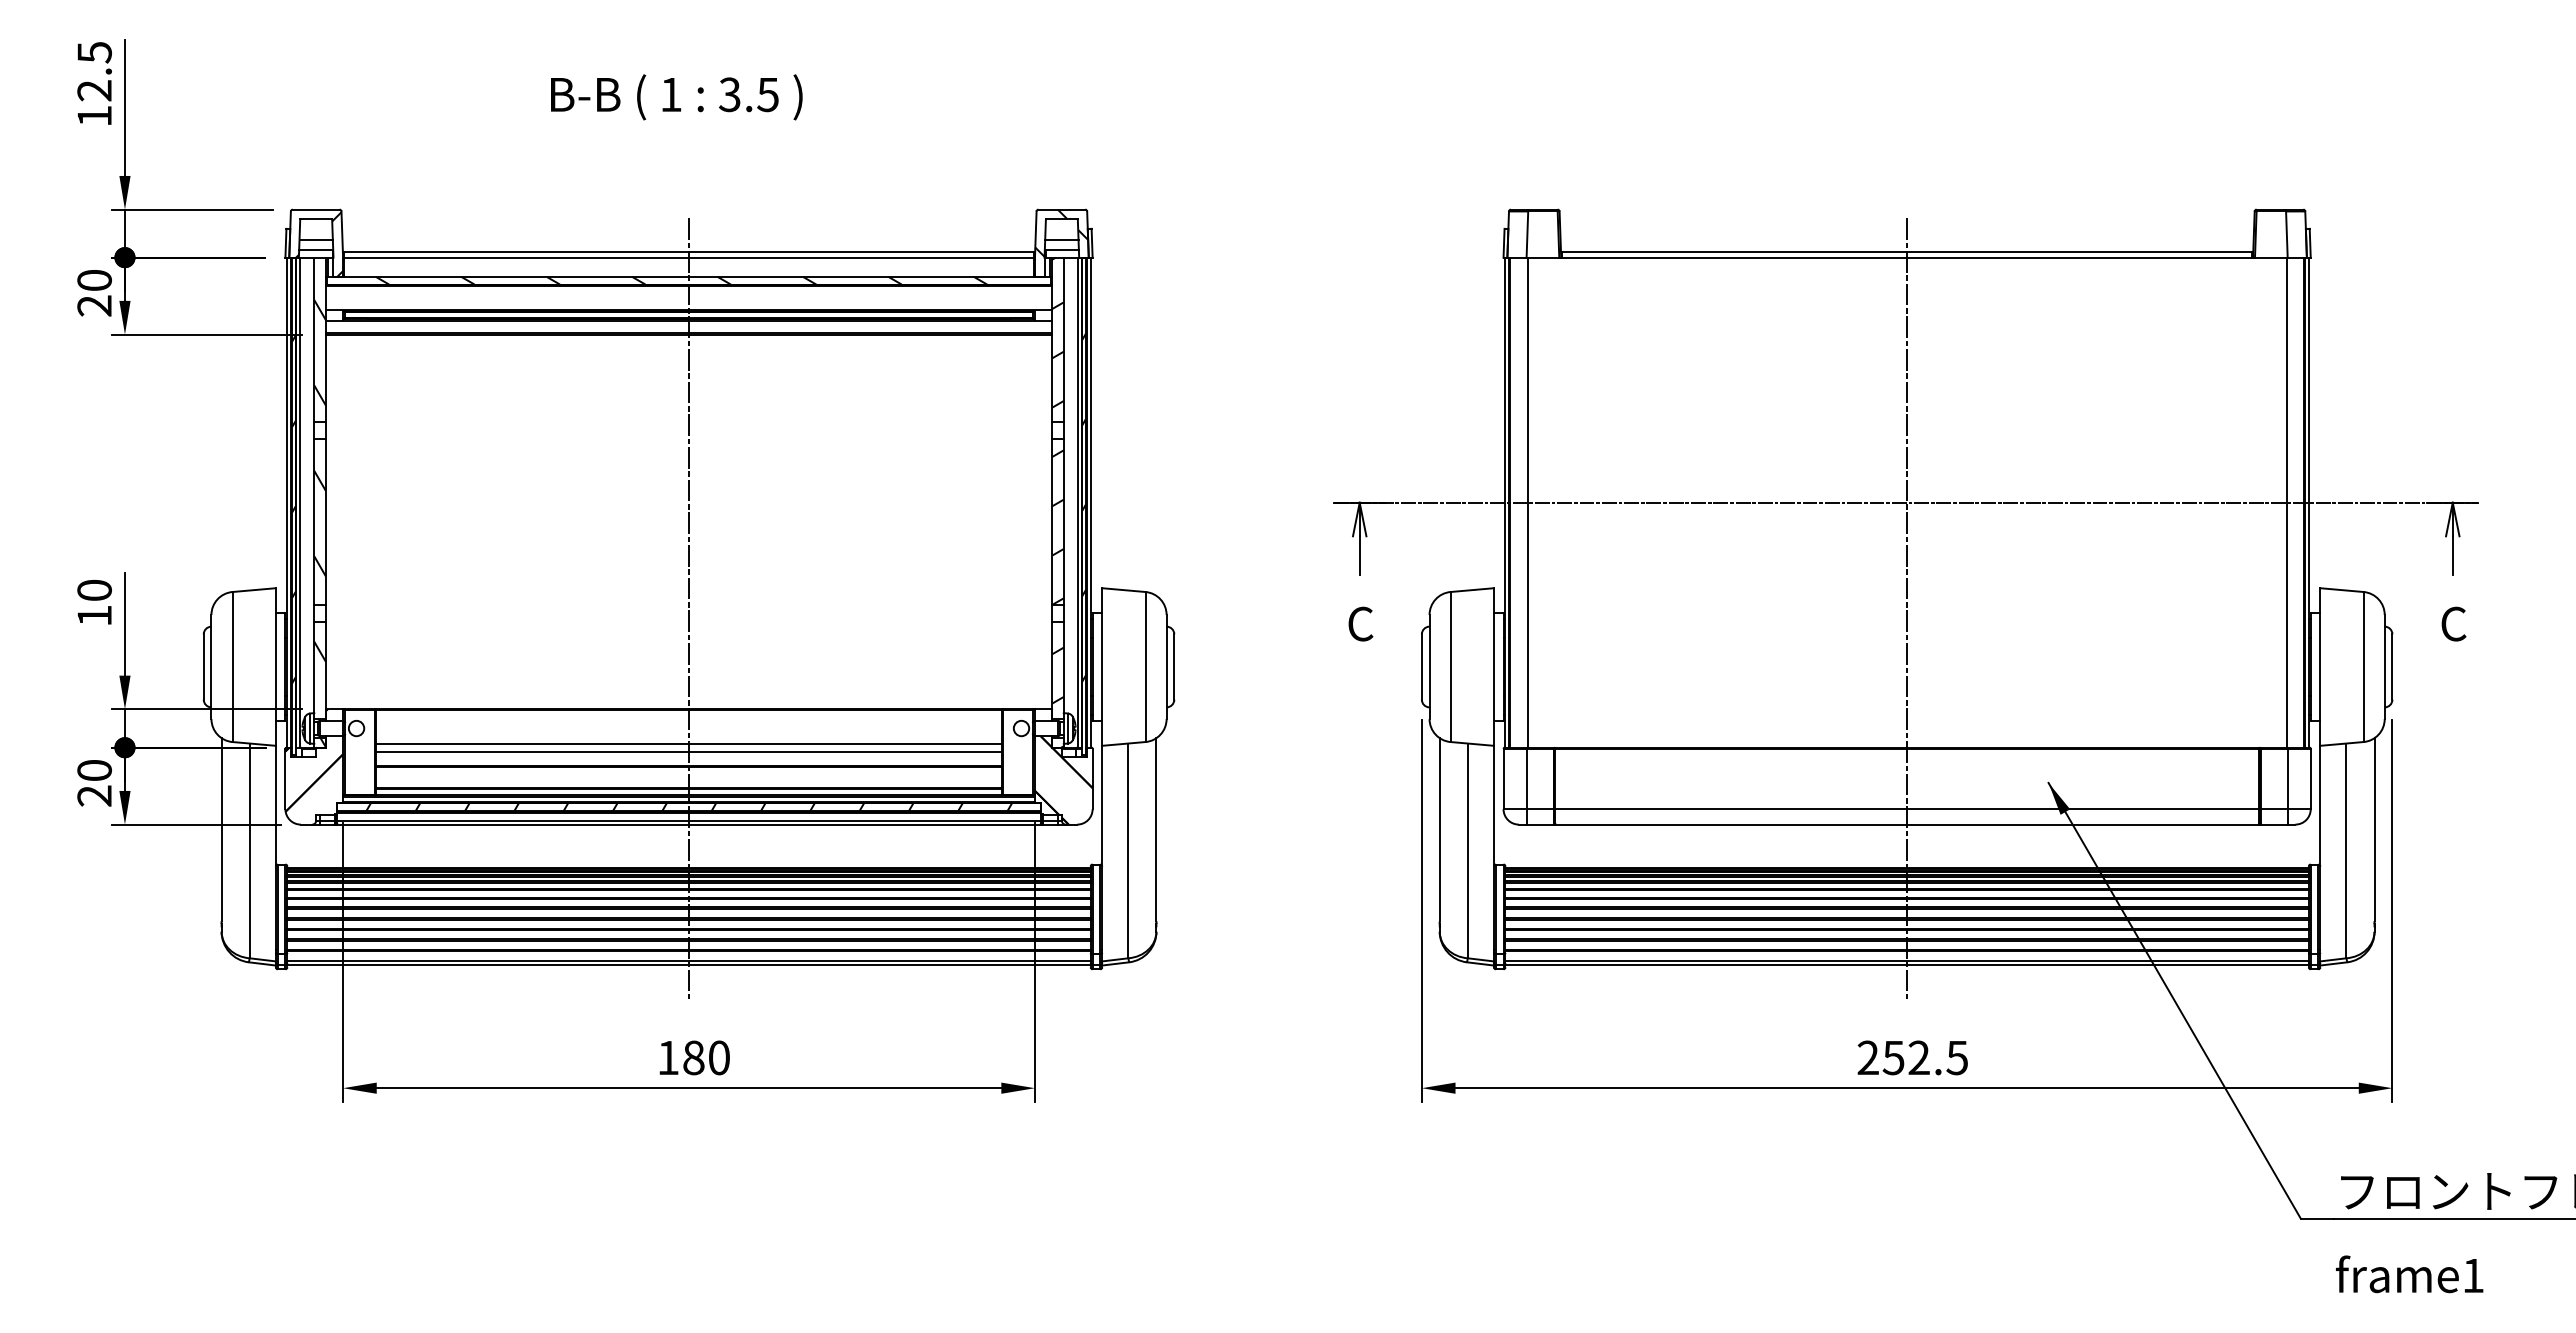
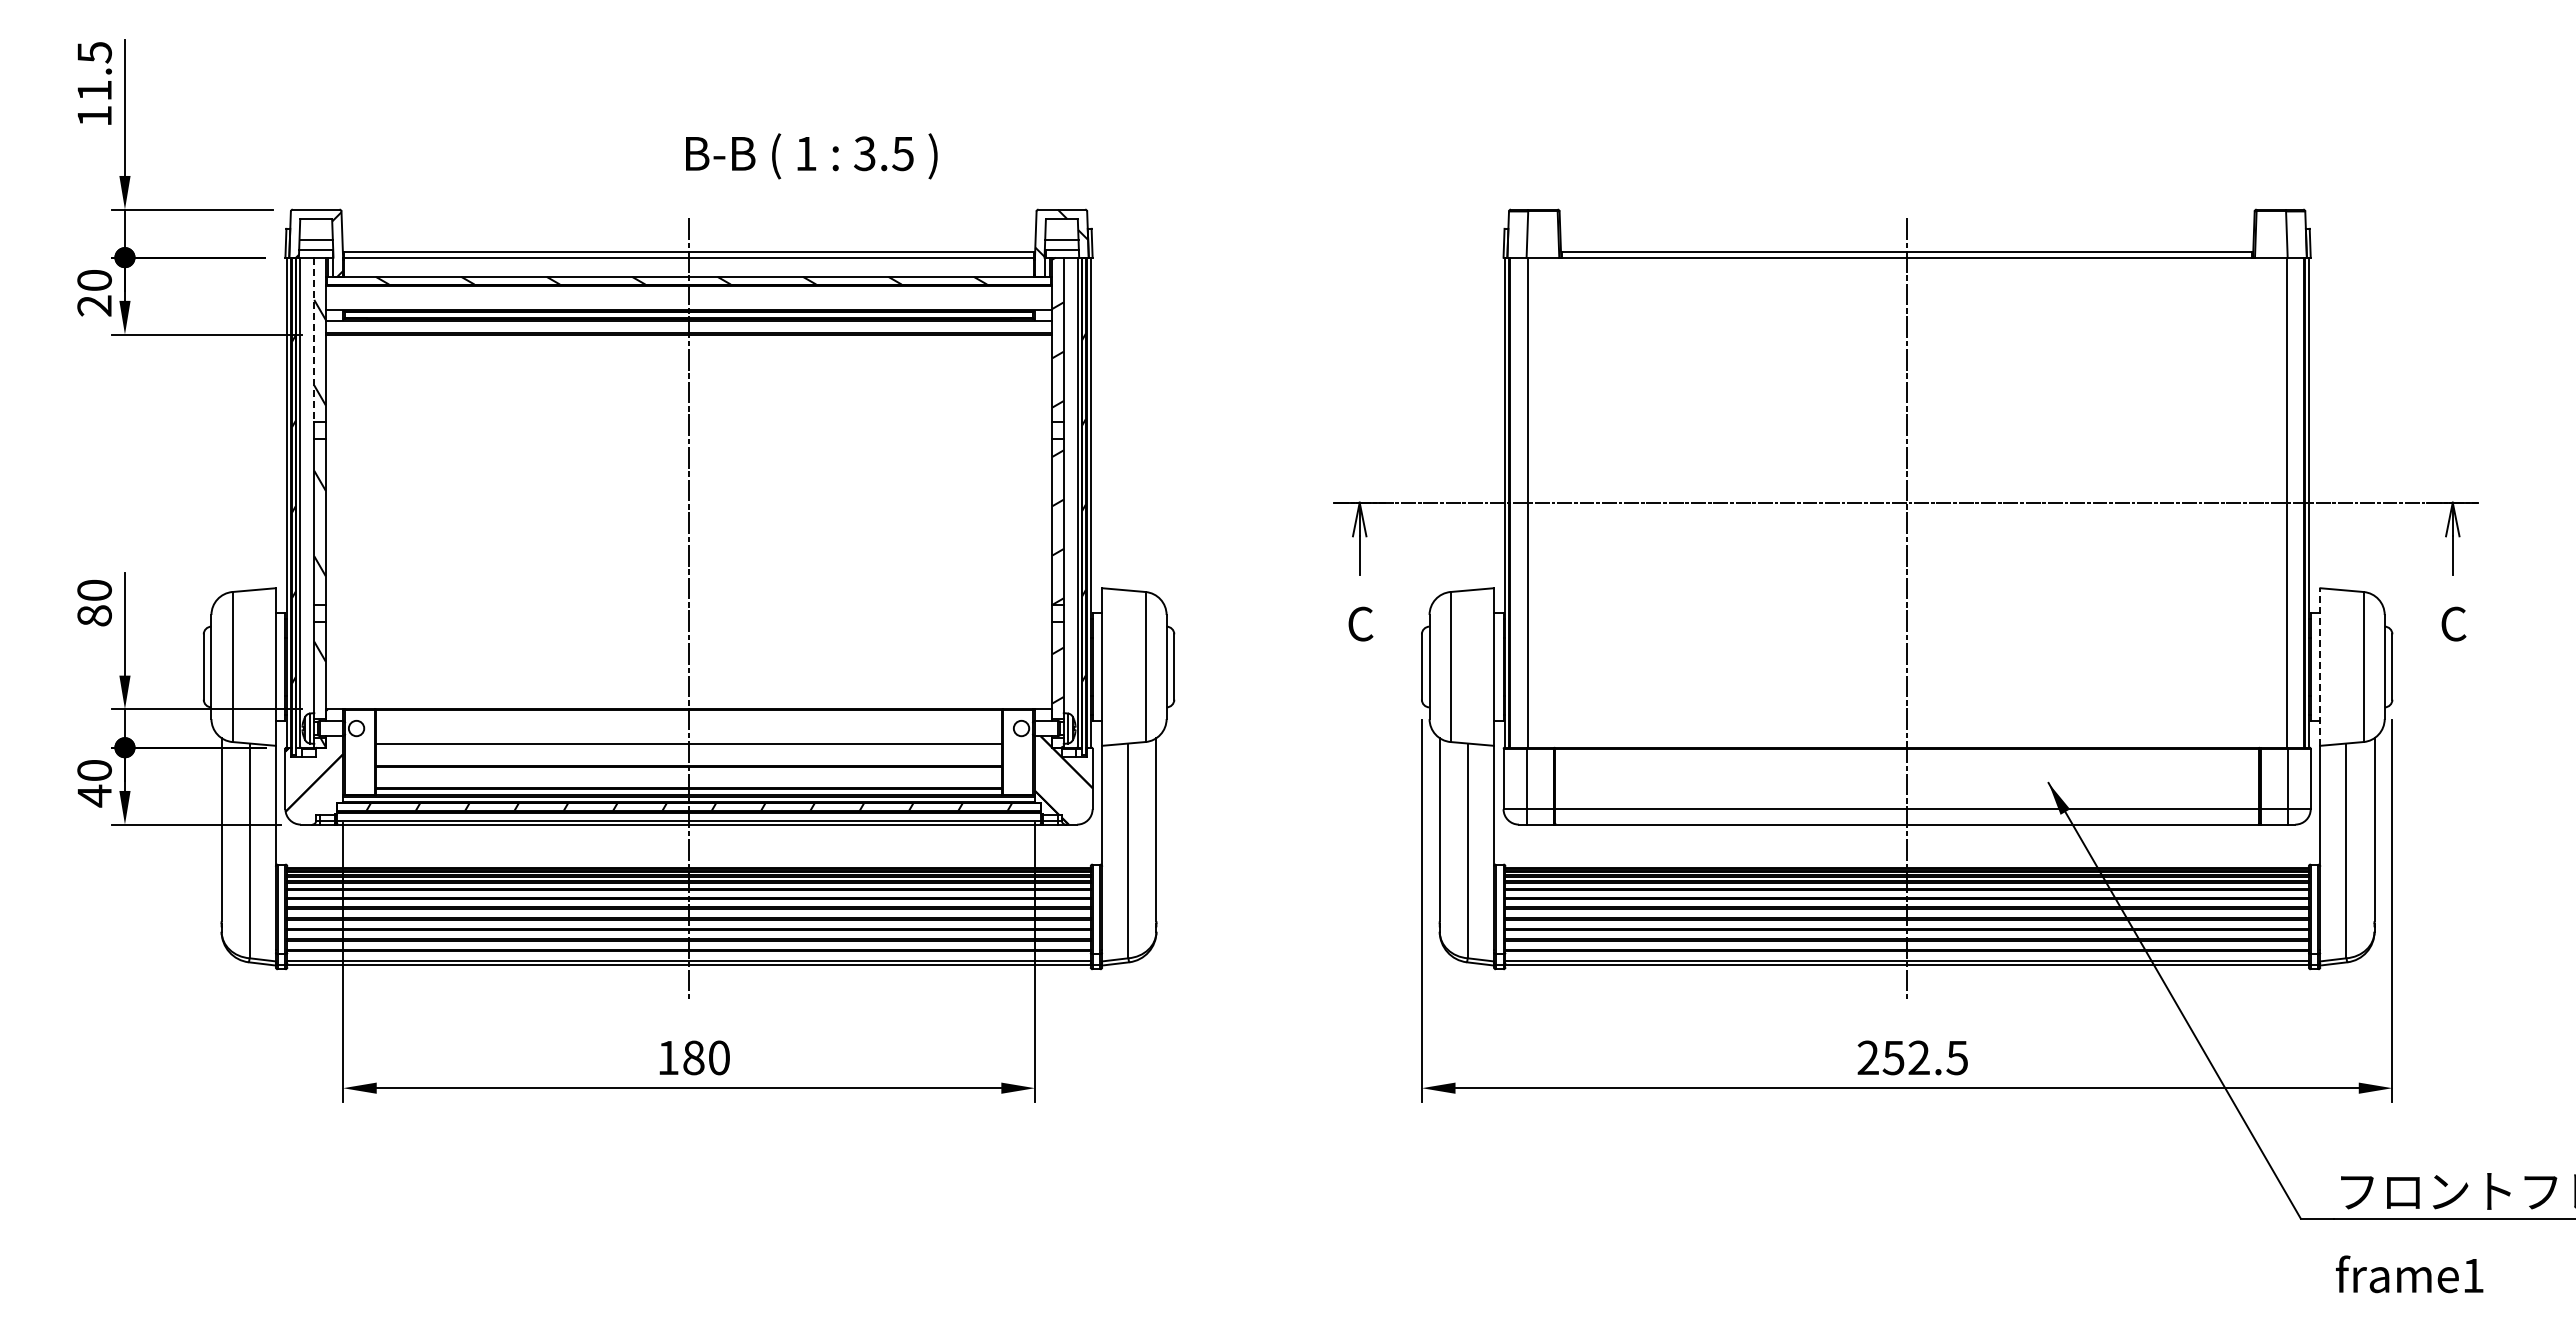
text at (94, 90): 12.5 -> 11.5
text at (676, 97) position: (676, 97) -> (811, 156)
line at (314, 340): solid -> dashed
text at (94, 615): 10 -> 80
line at (2320, 667): solid -> dashed
line at (688, 751): present -> none
text at (94, 795): 20 -> 40
